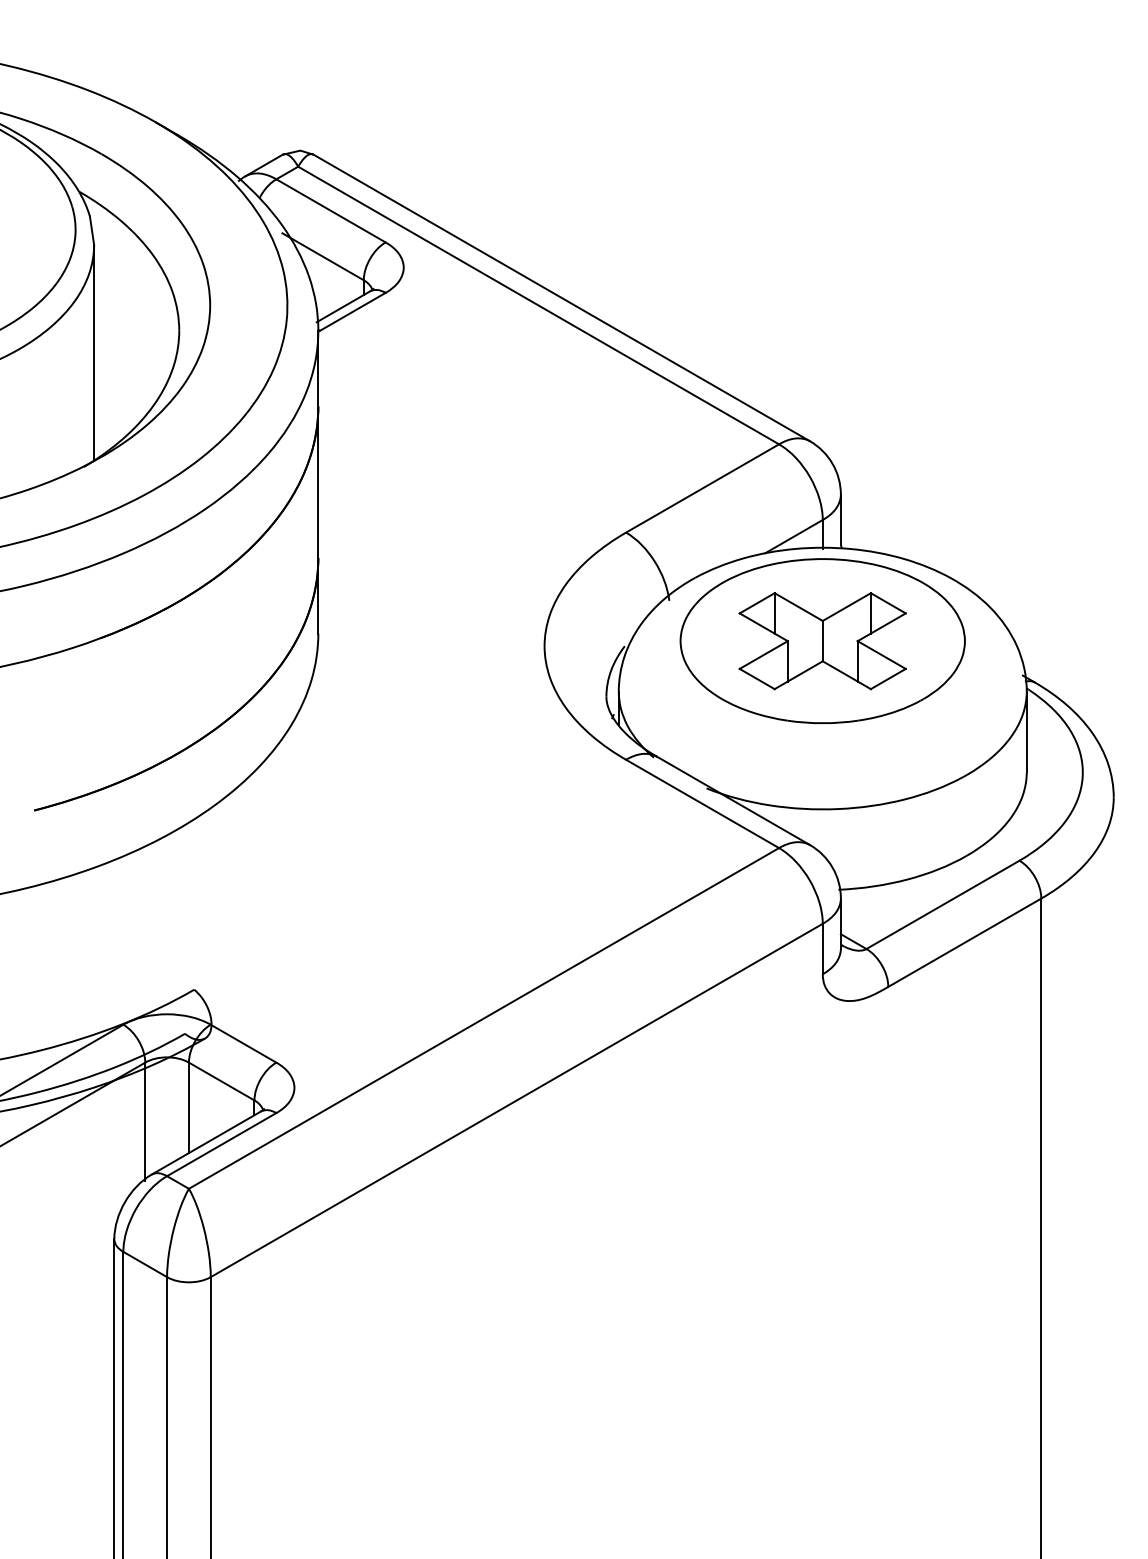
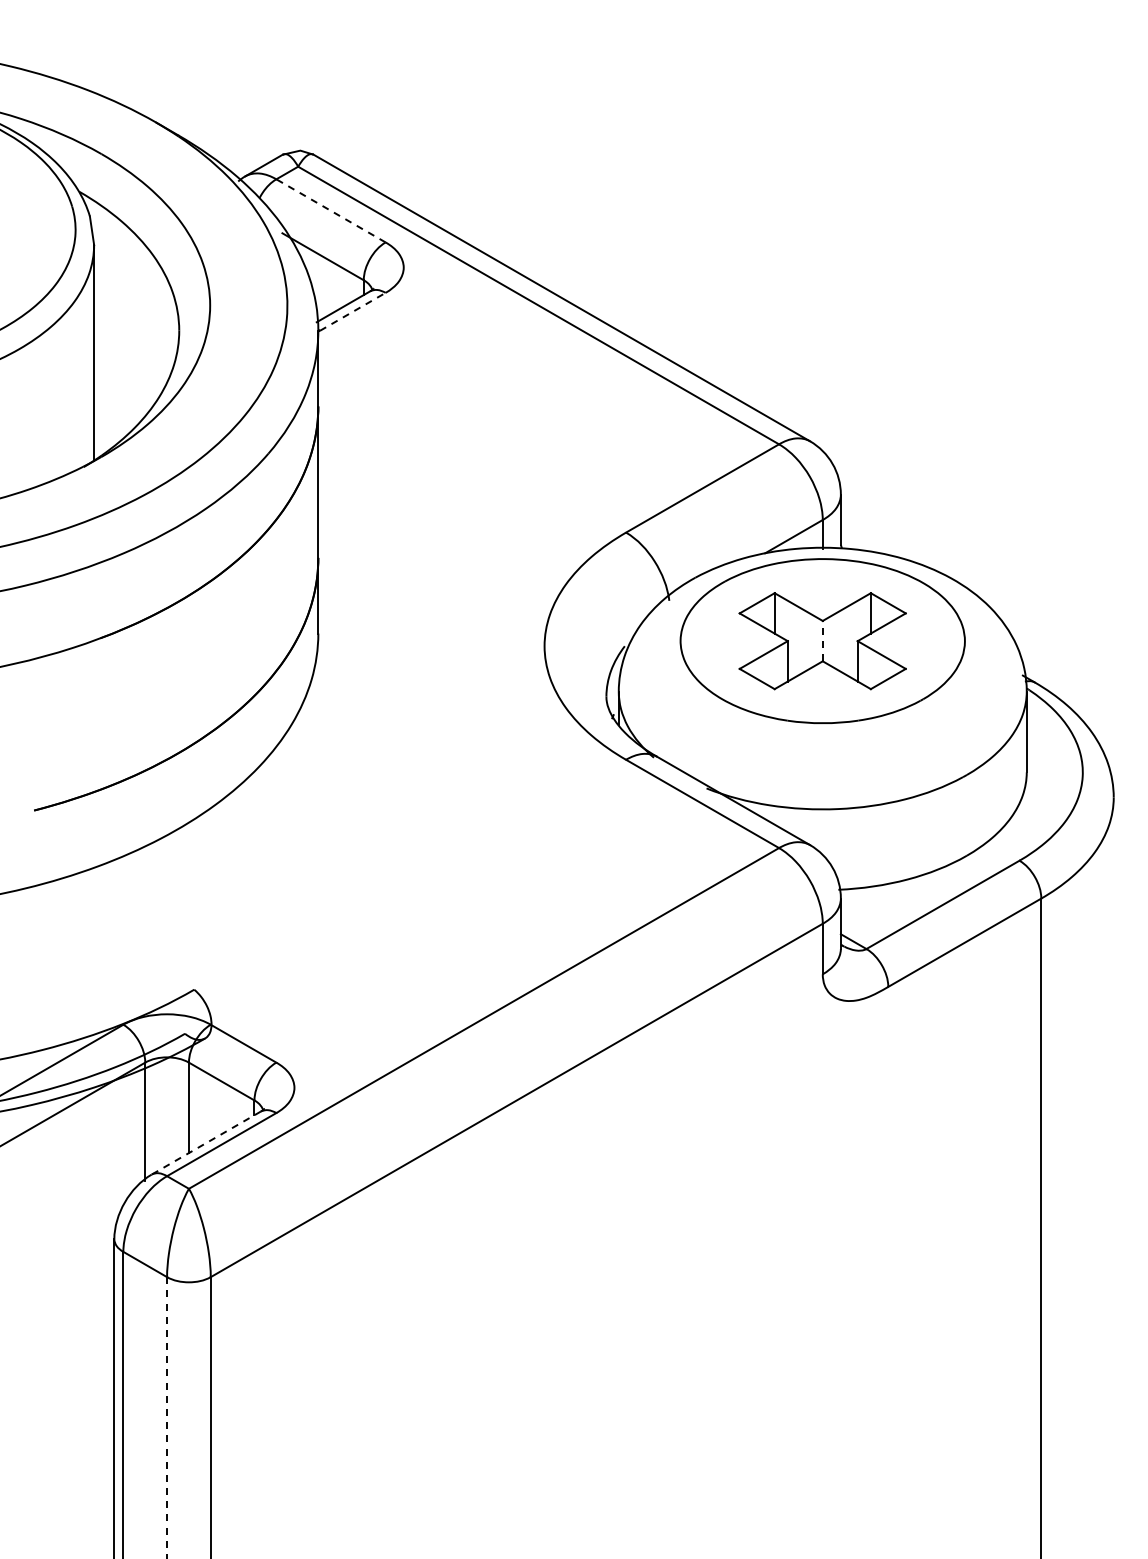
line at (330, 210): solid -> dashed
line at (352, 311): solid -> dashed
line at (822, 640): solid -> dashed
line at (205, 1143): solid -> dashed
line at (167, 1418): solid -> dashed
